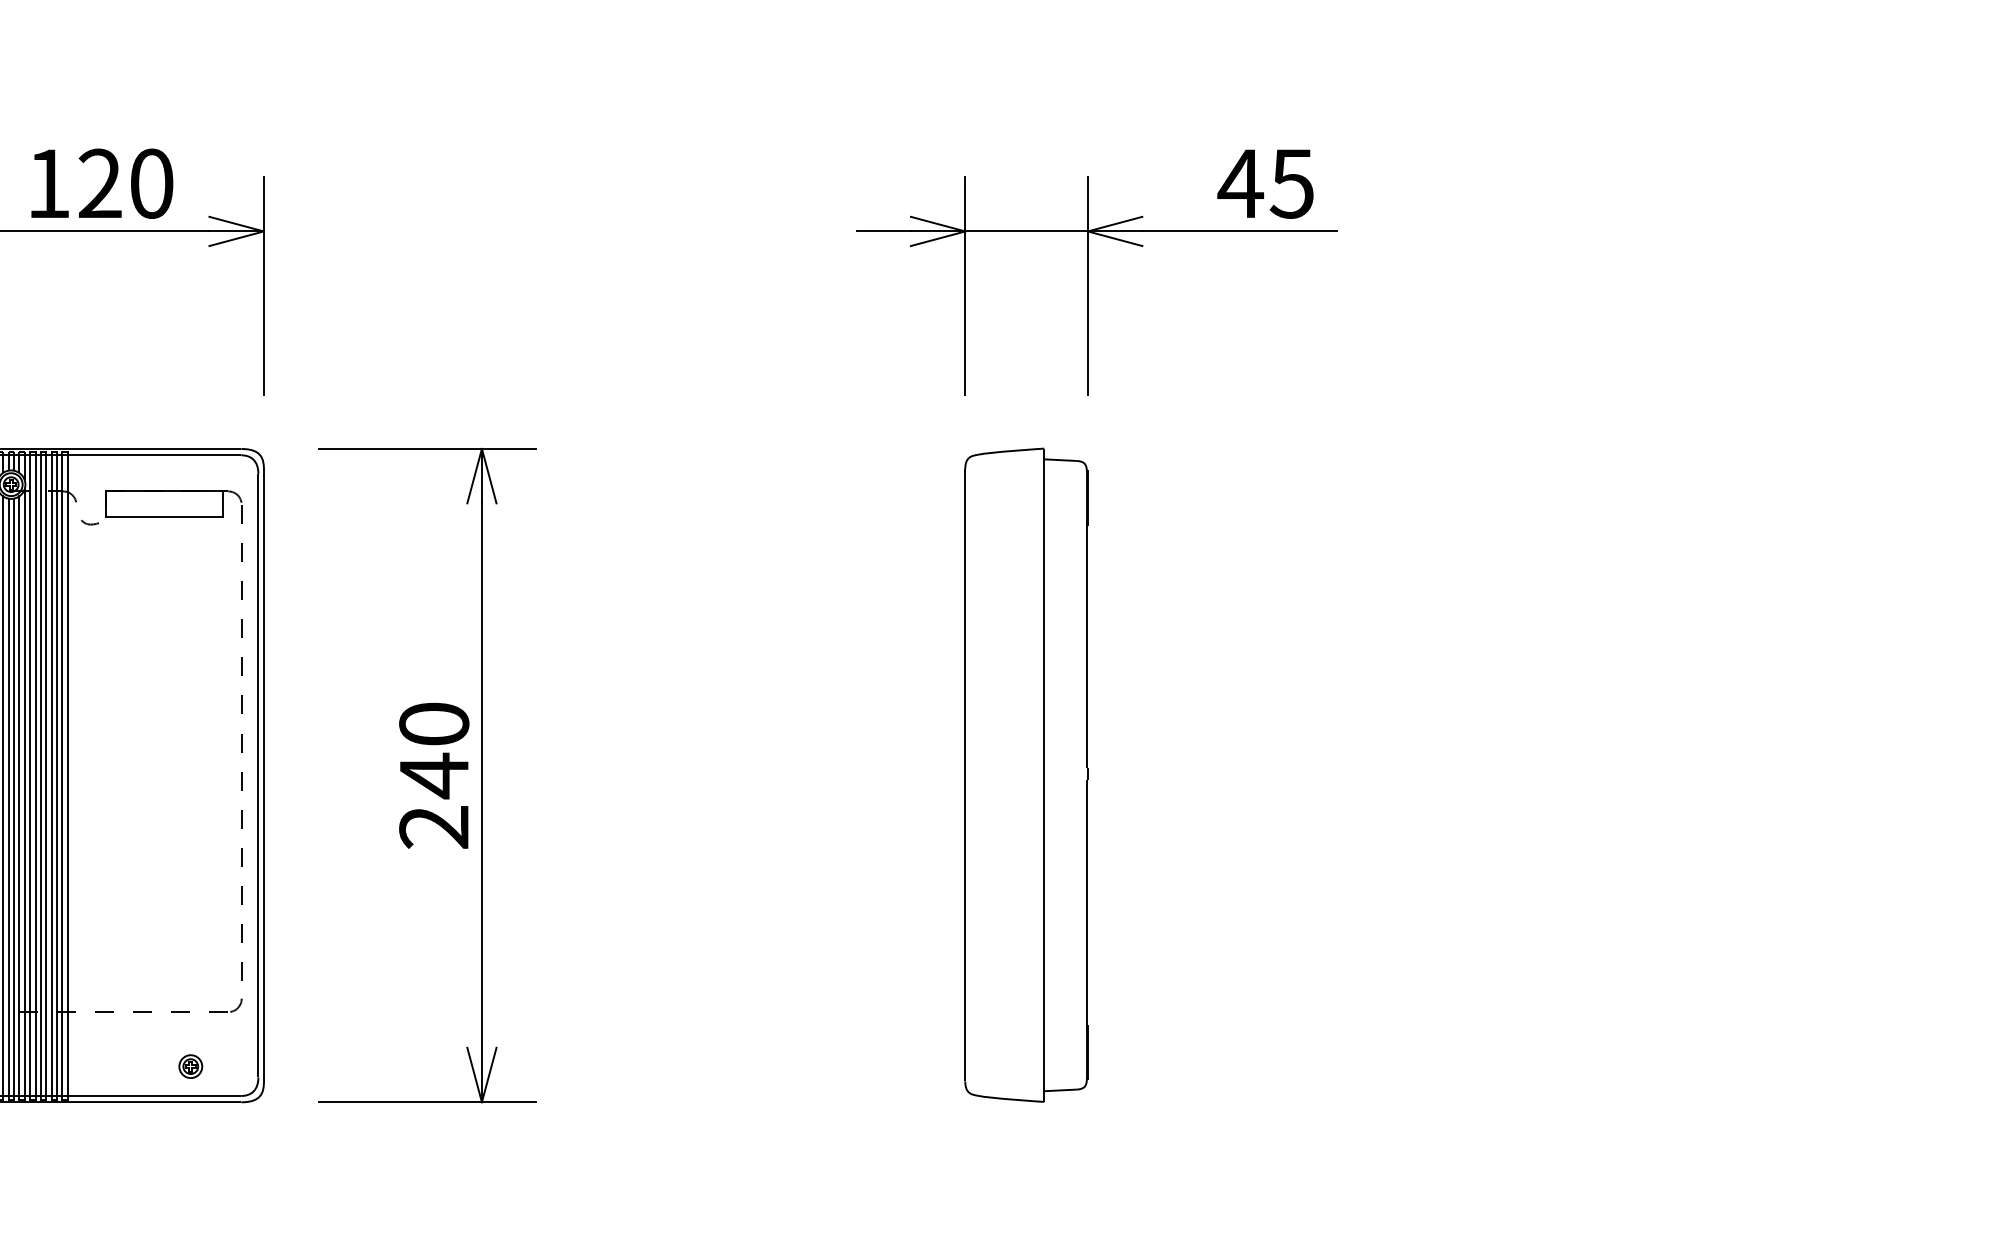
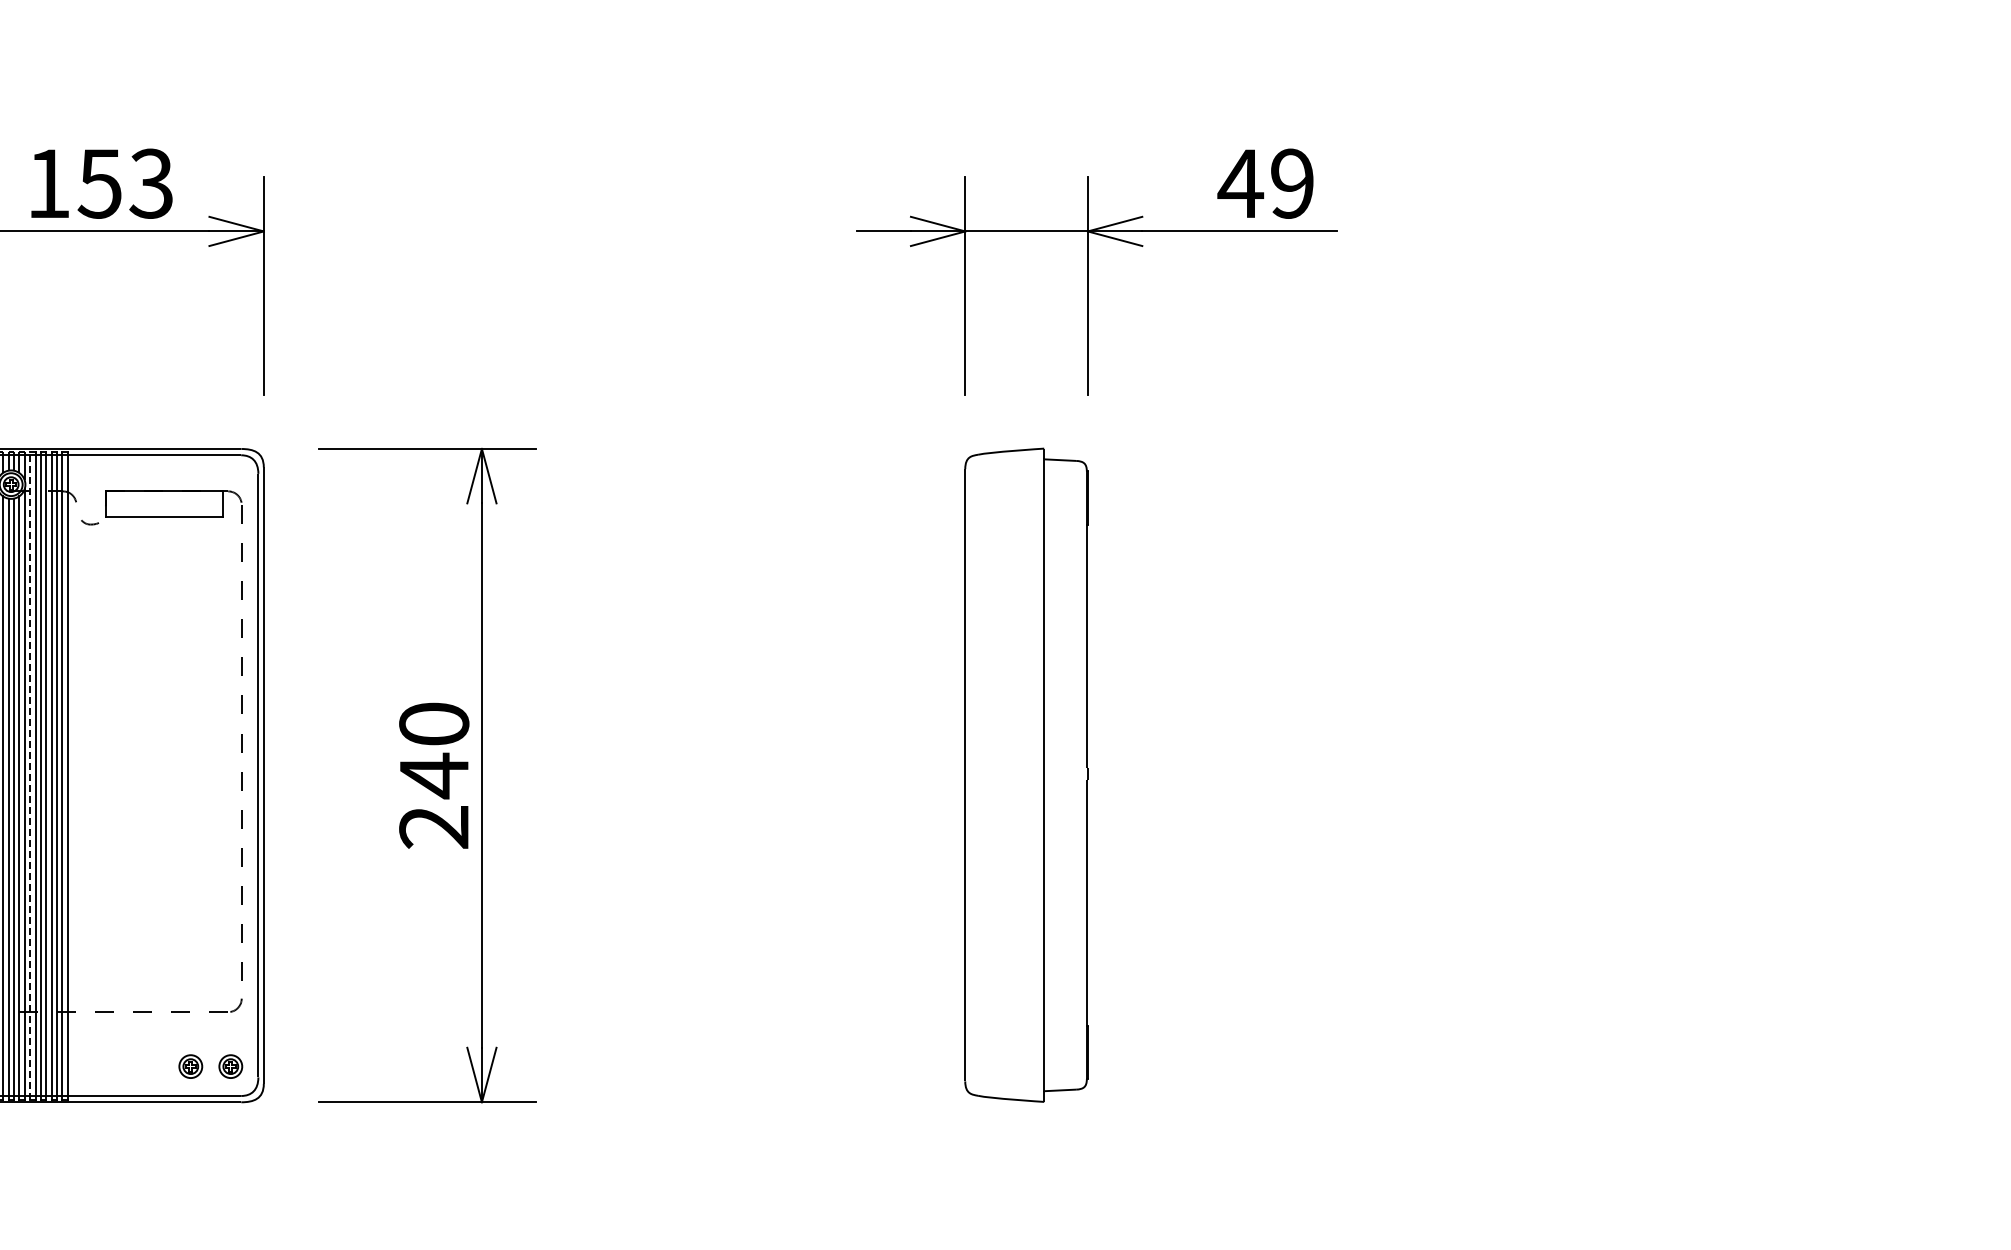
text at (125, 183): 120 -> 153
text at (1291, 183): 45 -> 49
line at (30, 775): solid -> dashed
part at (230, 1066): none -> present
